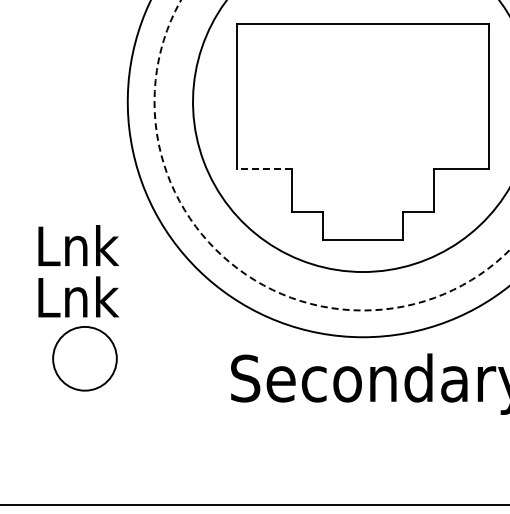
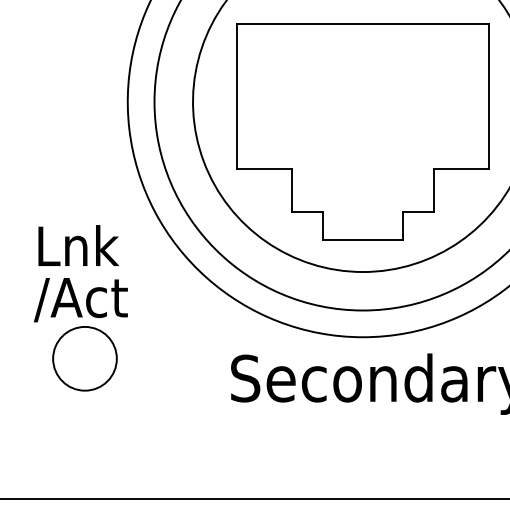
circle at (331, 155): dashed -> solid
line at (264, 169): dashed -> solid
text at (80, 299): Lnk -> /Act
line at (254, 504) position: (254, 504) -> (254, 498)
